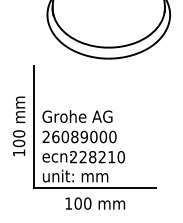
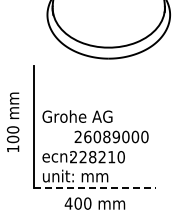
text at (19, 125) position: (19, 125) -> (13, 121)
text at (79, 136) position: (79, 136) -> (111, 136)
line at (95, 187): solid -> dashed
text at (68, 203): 100 -> 400
